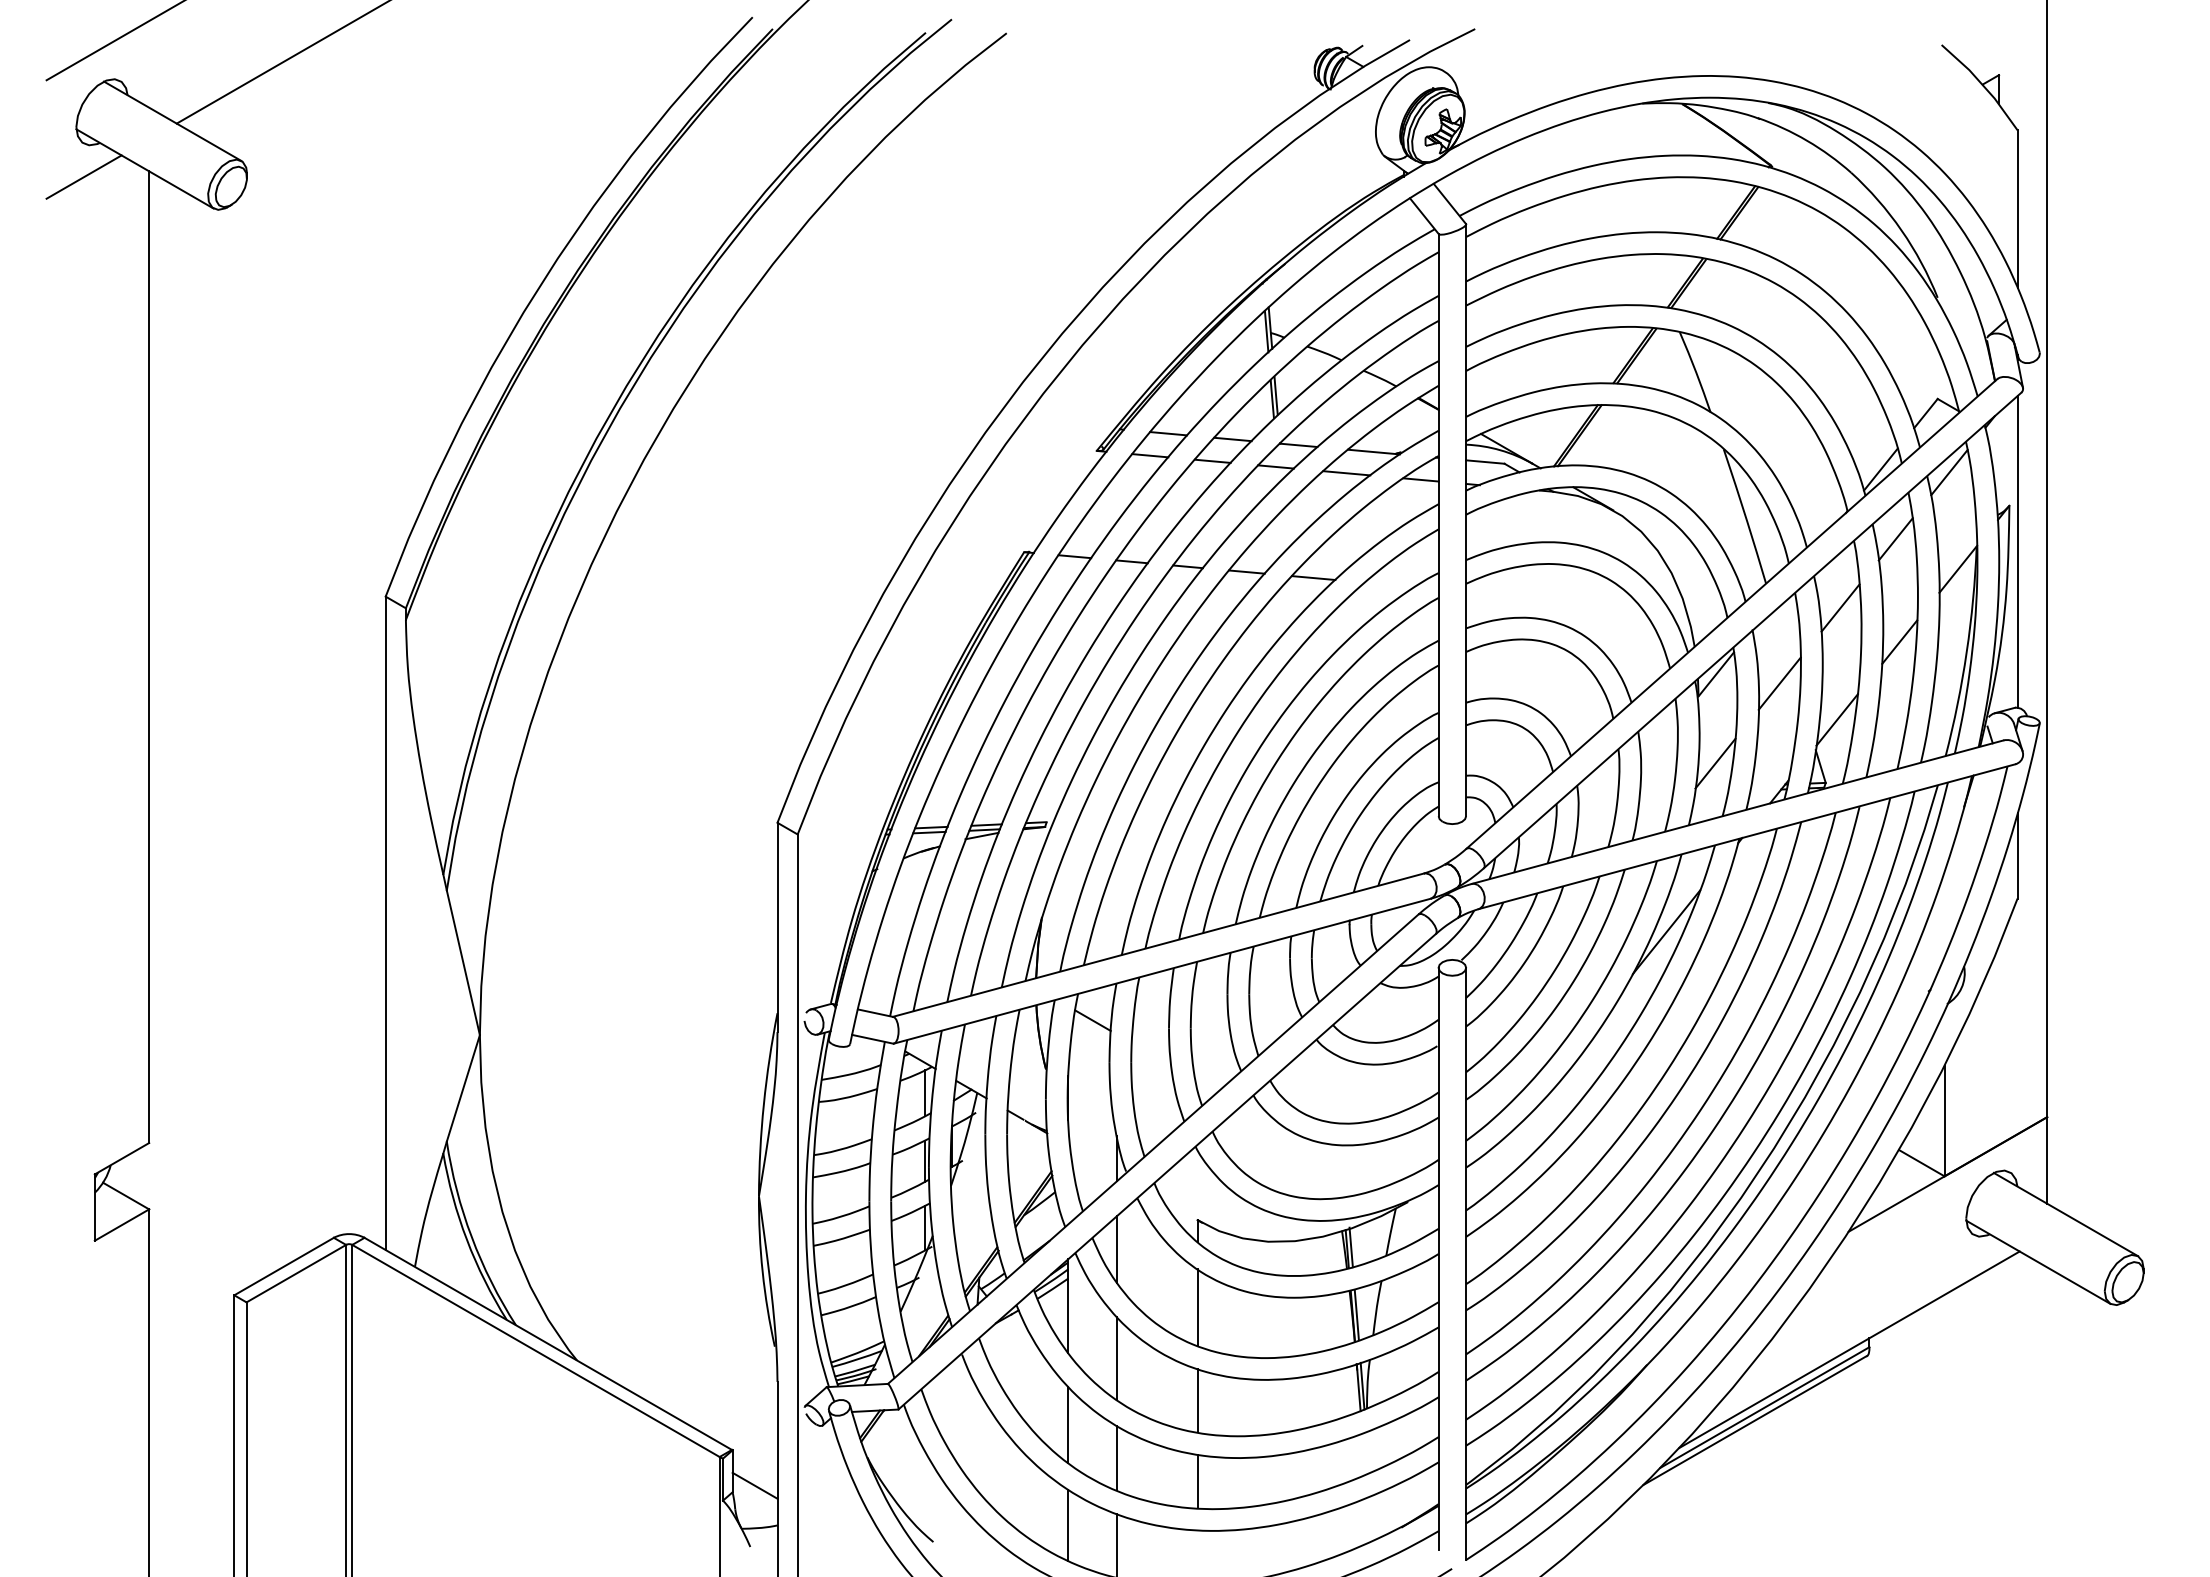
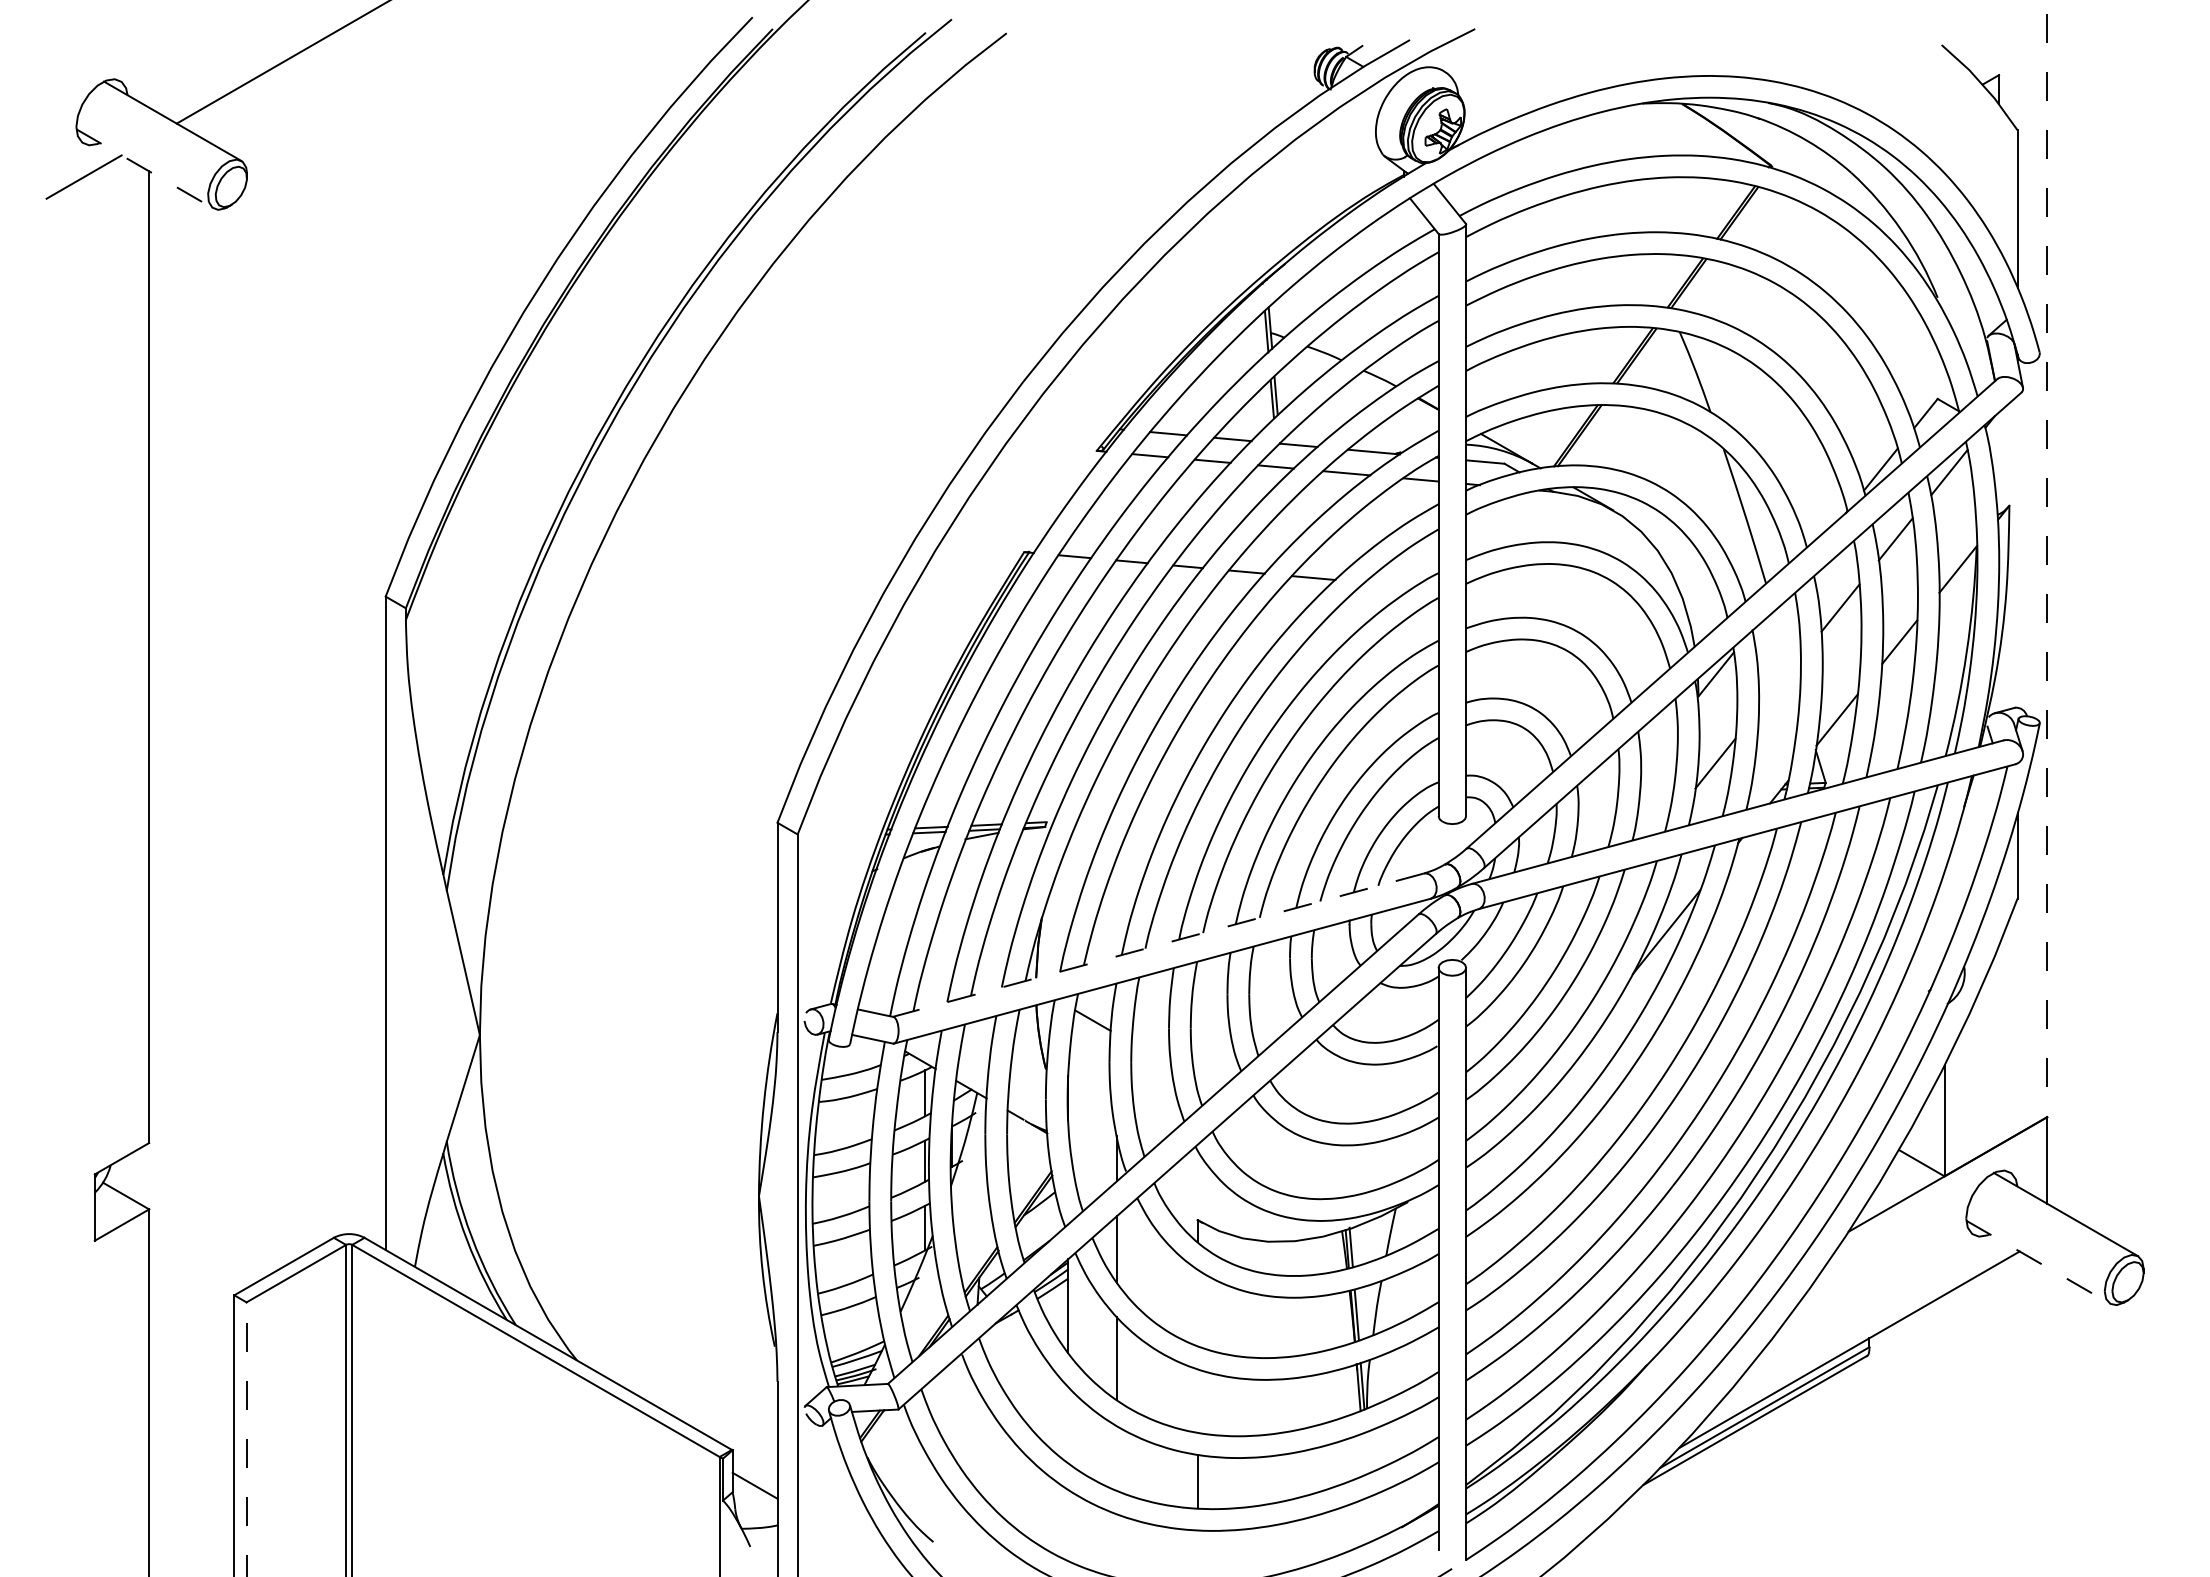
line at (113, 41): present -> none
line at (145, 169): solid -> dashed
line at (2017, 551): present -> none
line at (2047, 559): solid -> dashed
line at (1779, 683): present -> none
line at (1157, 945): solid -> dashed
line at (2038, 1262): solid -> dashed
line at (1197, 1307): present -> none
line at (1197, 1400): present -> none
line at (1068, 1424): present -> none
line at (246, 1439): solid -> dashed
line at (1116, 1457): present -> none
line at (1068, 1524): present -> none
line at (1116, 1543): present -> none
